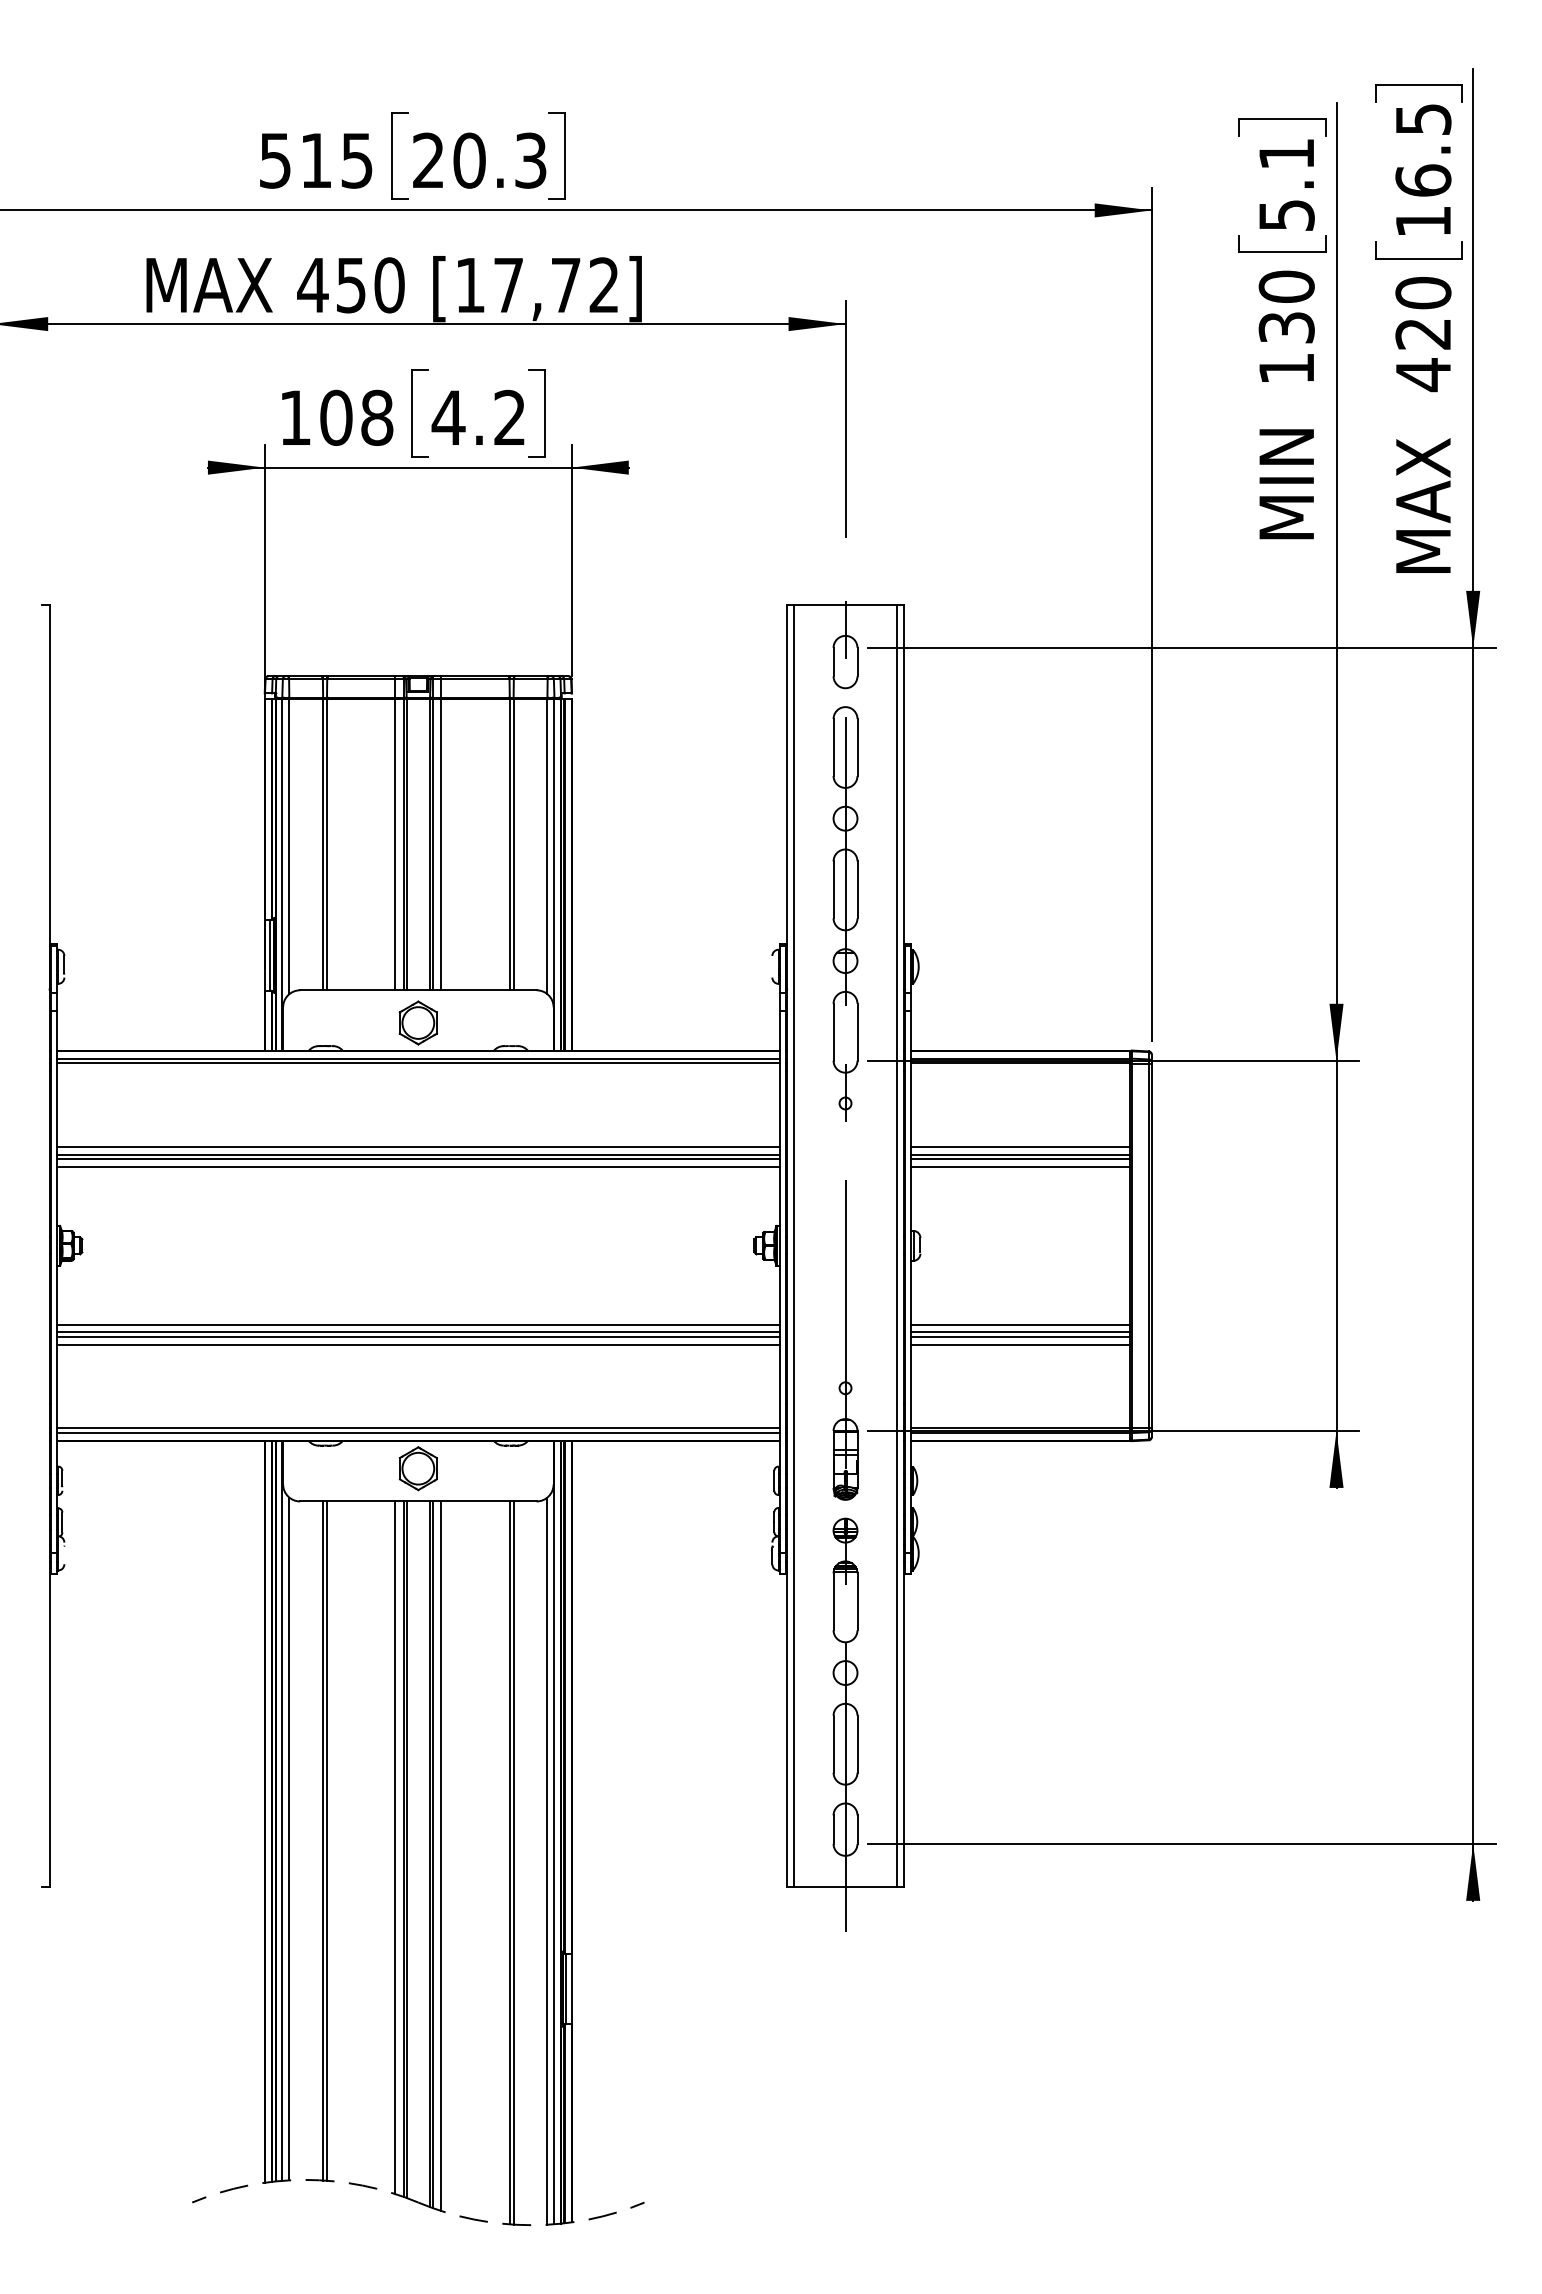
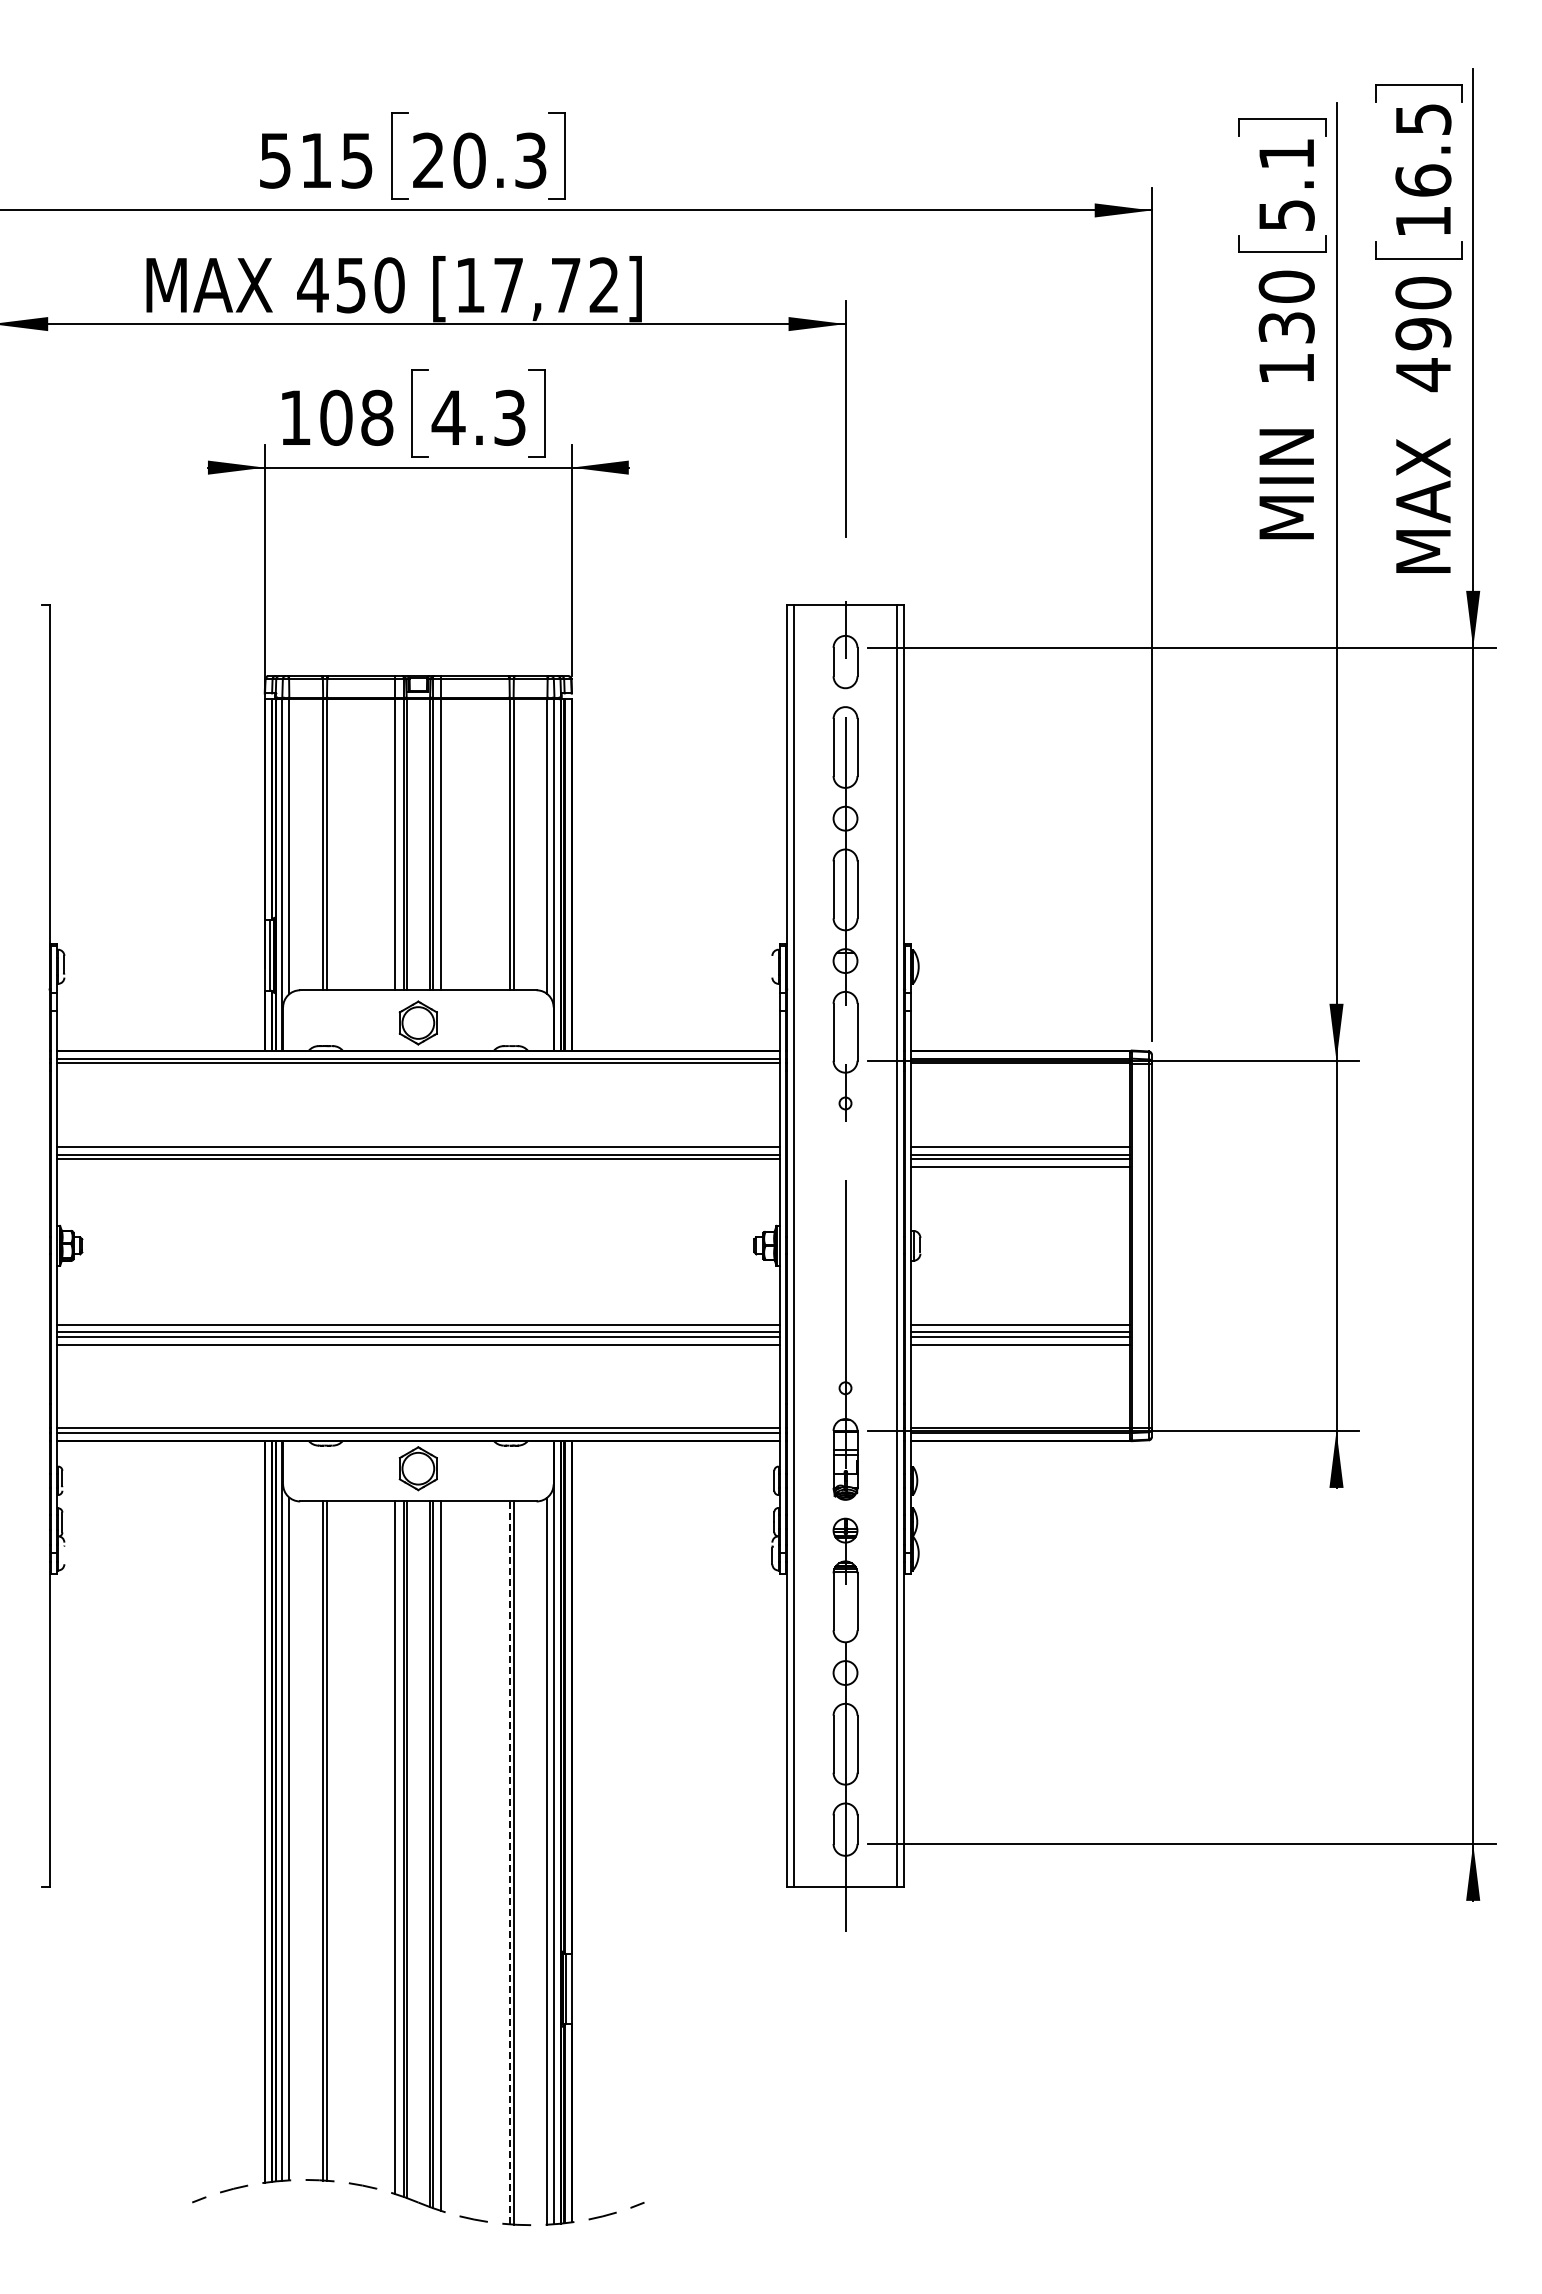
text at (1423, 334): 420 -> 490
text at (509, 417): 4.2 -> 4.3
line at (418, 1167): present -> none
line at (509, 1862): solid -> dashed
